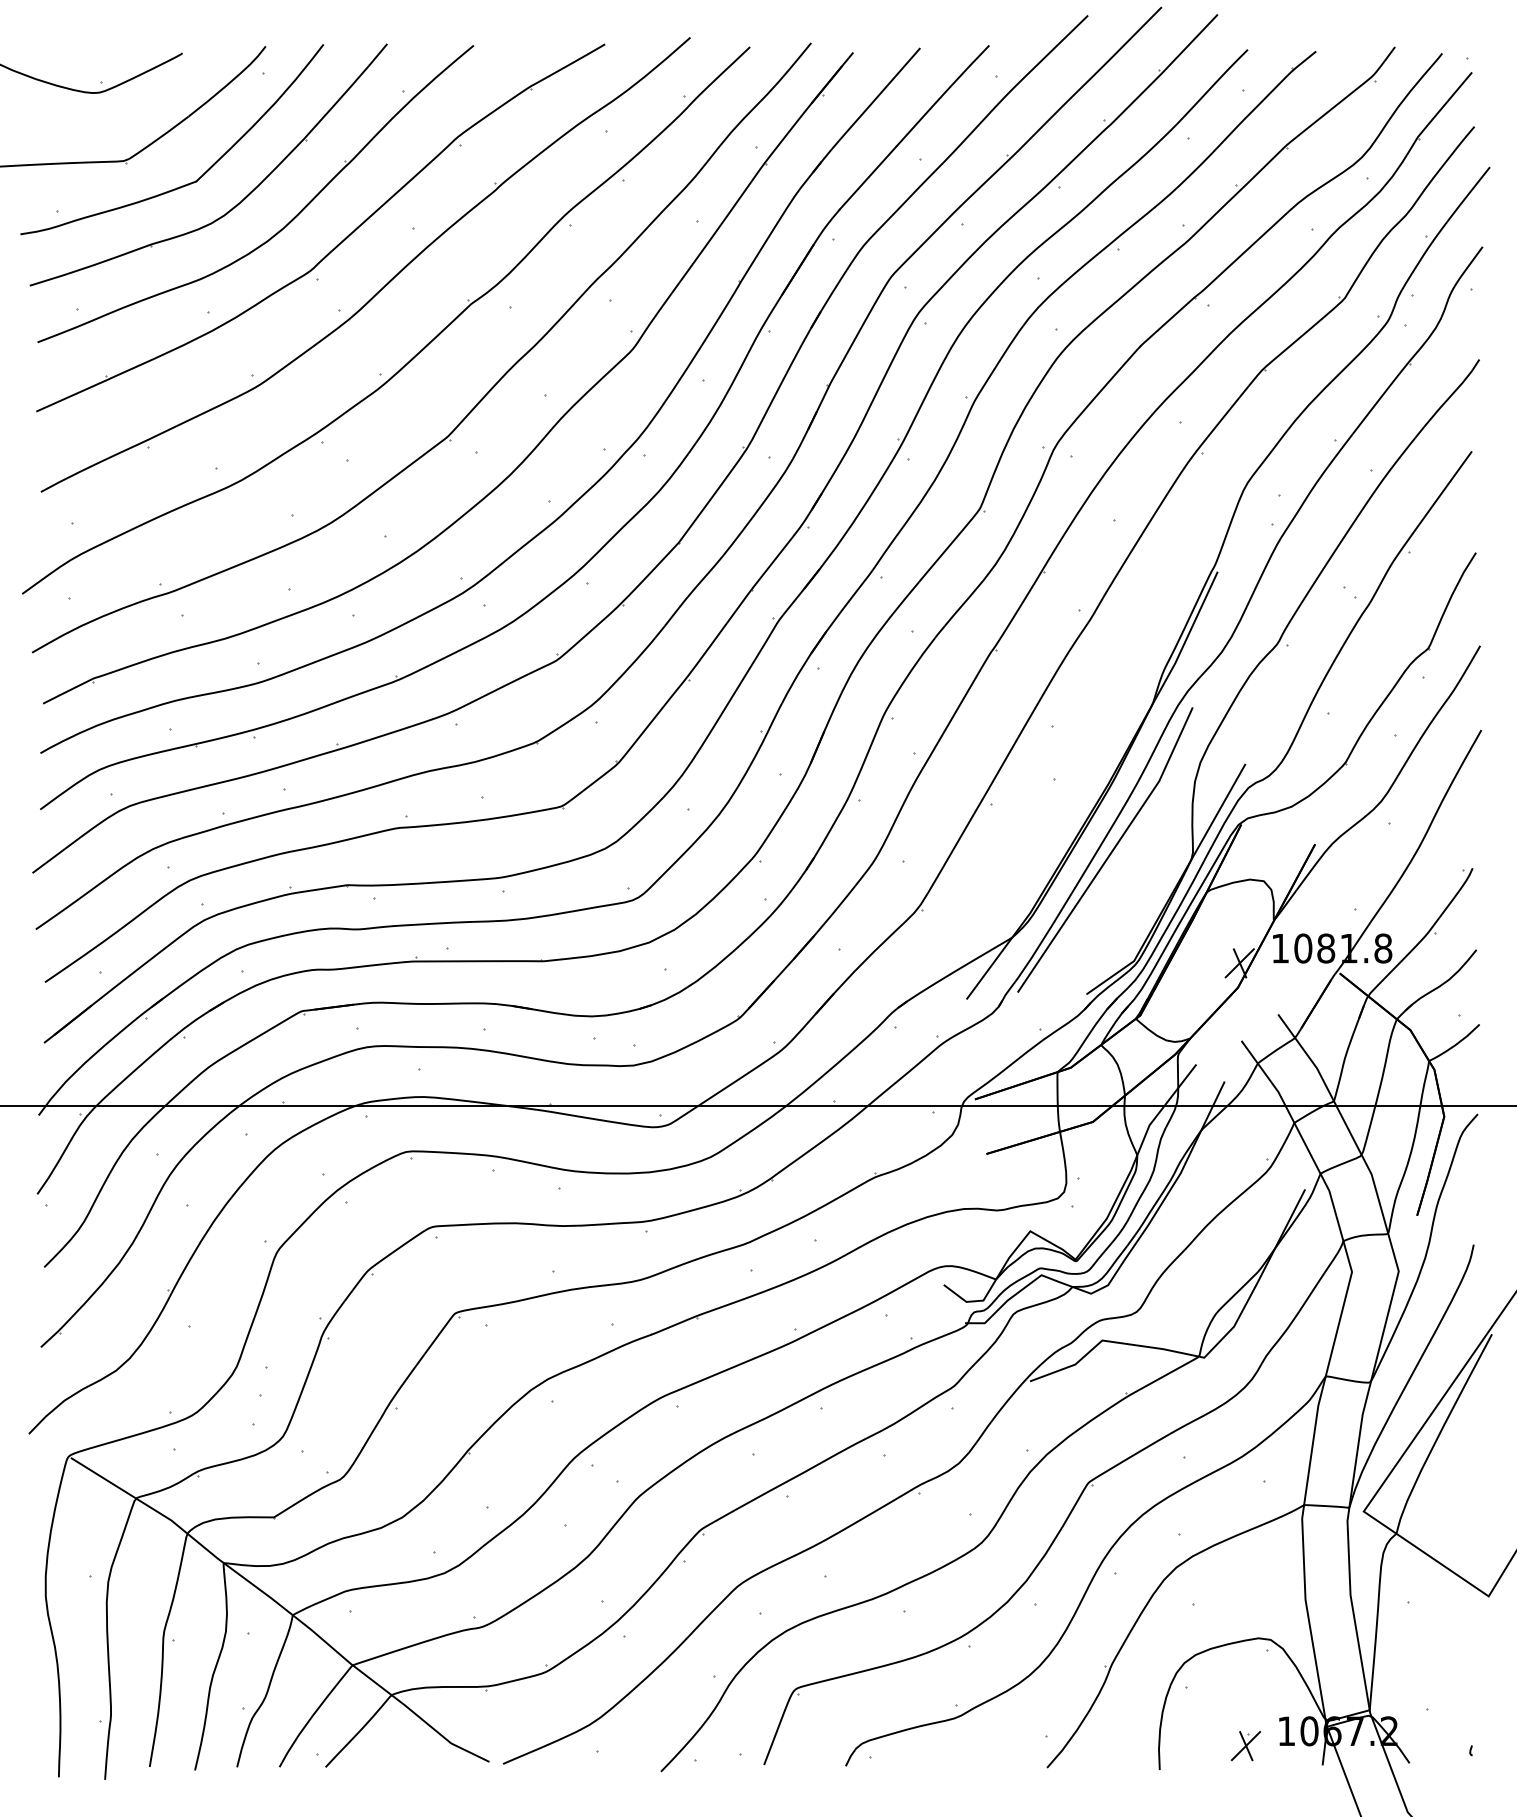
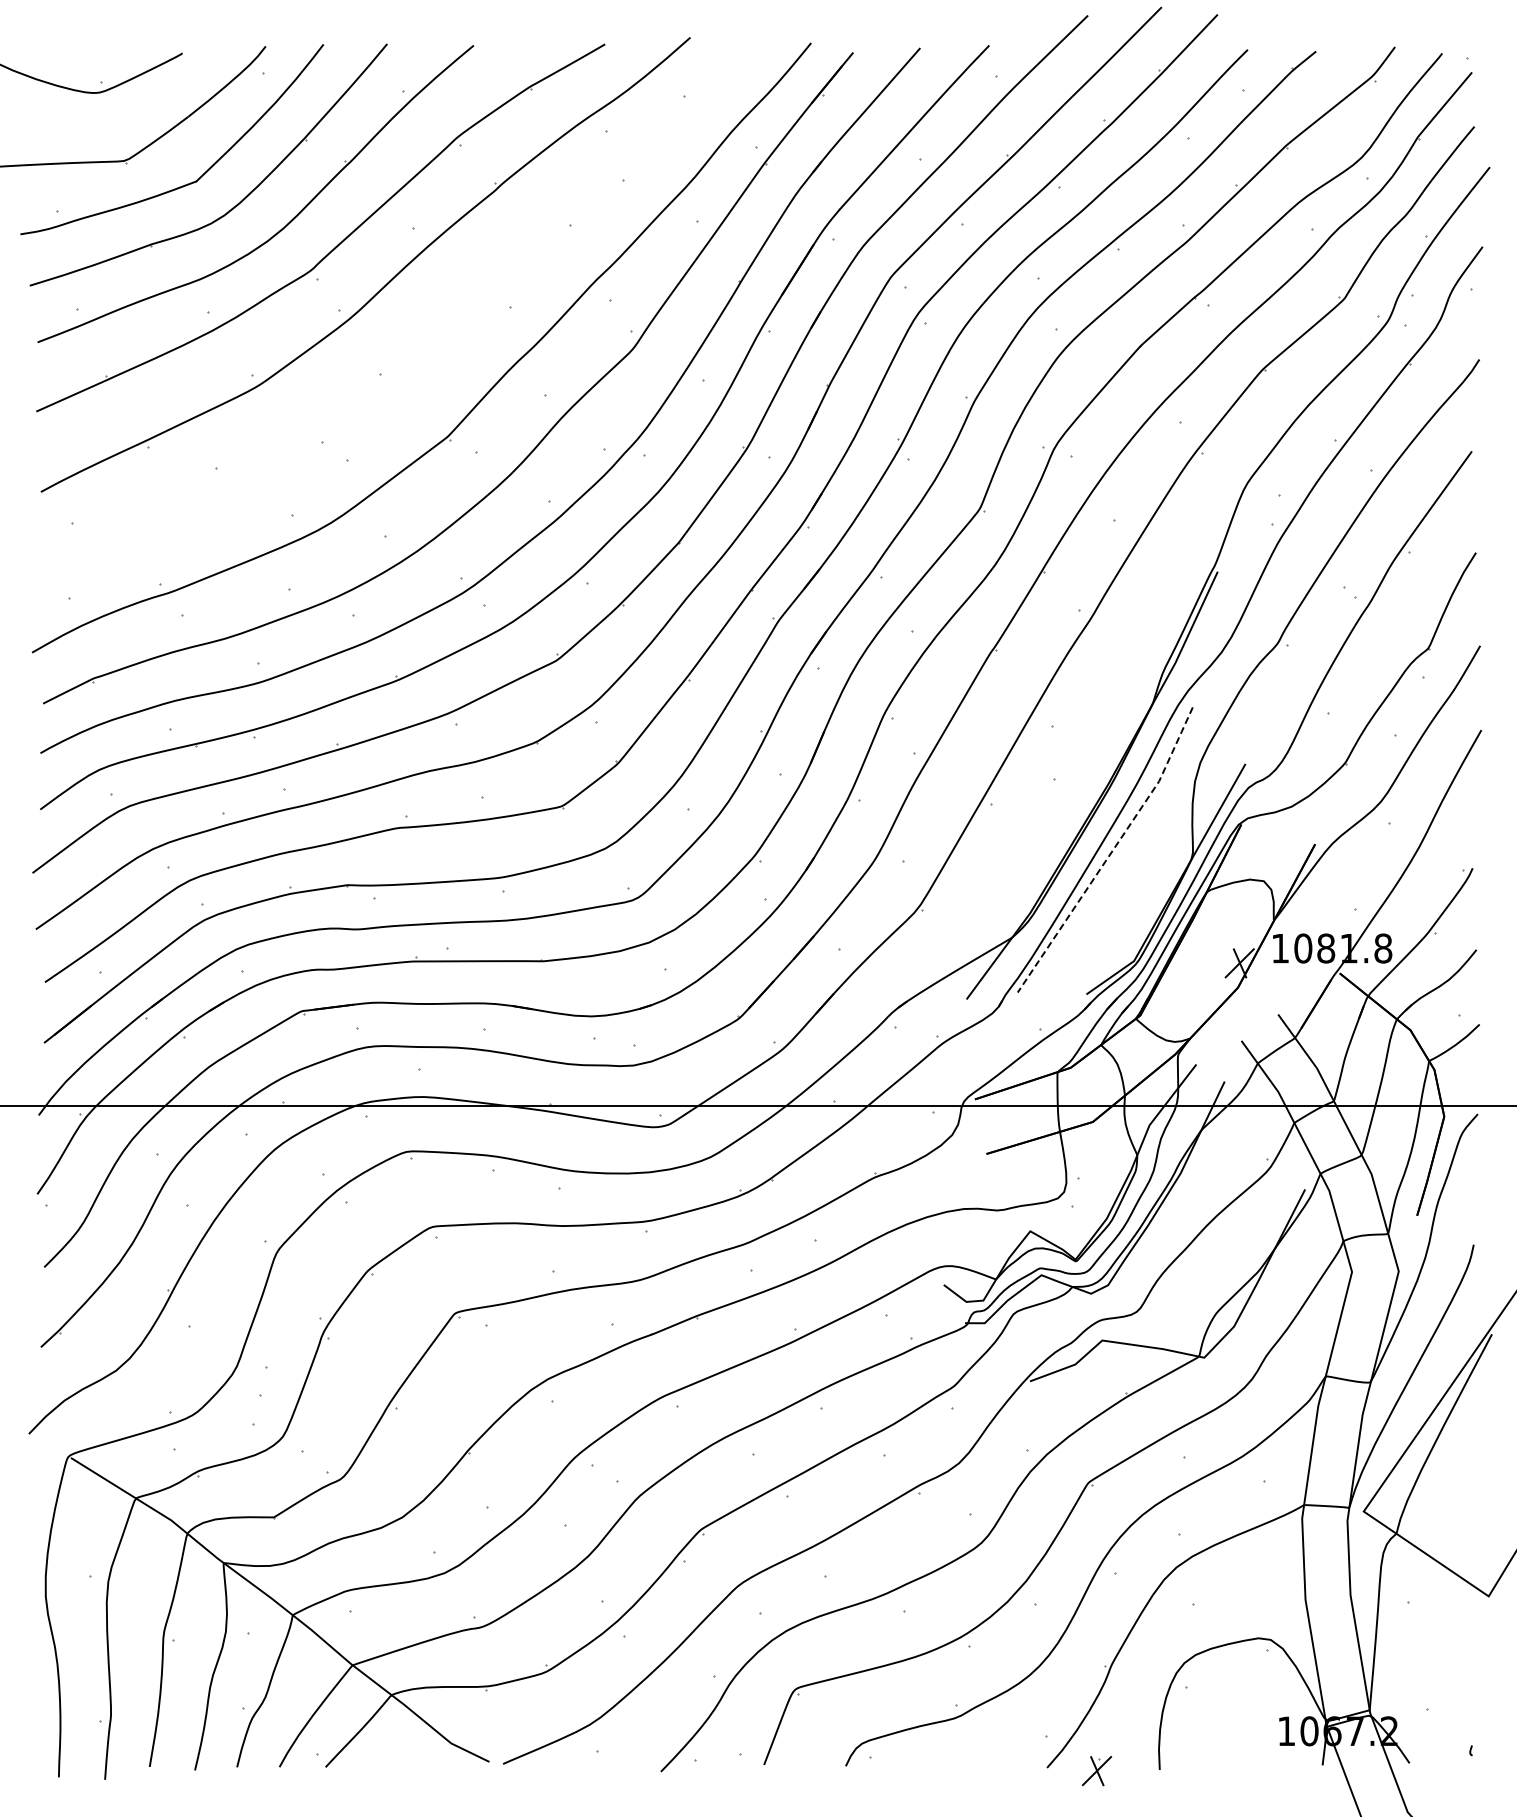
part at (415, 354): present -> none
line at (1111, 852): solid -> dashed
part at (1245, 1746) position: (1245, 1746) -> (1096, 1771)
